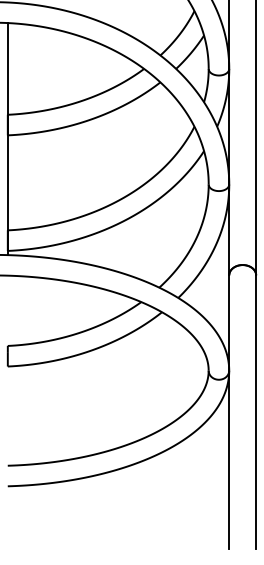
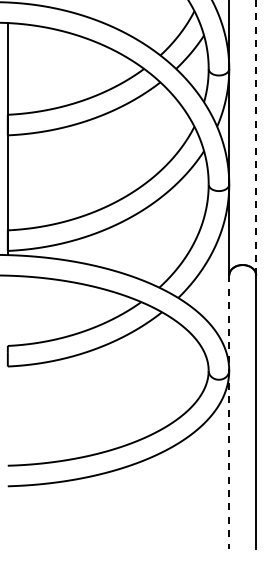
line at (256, 137): solid -> dashed
line at (229, 412): solid -> dashed
